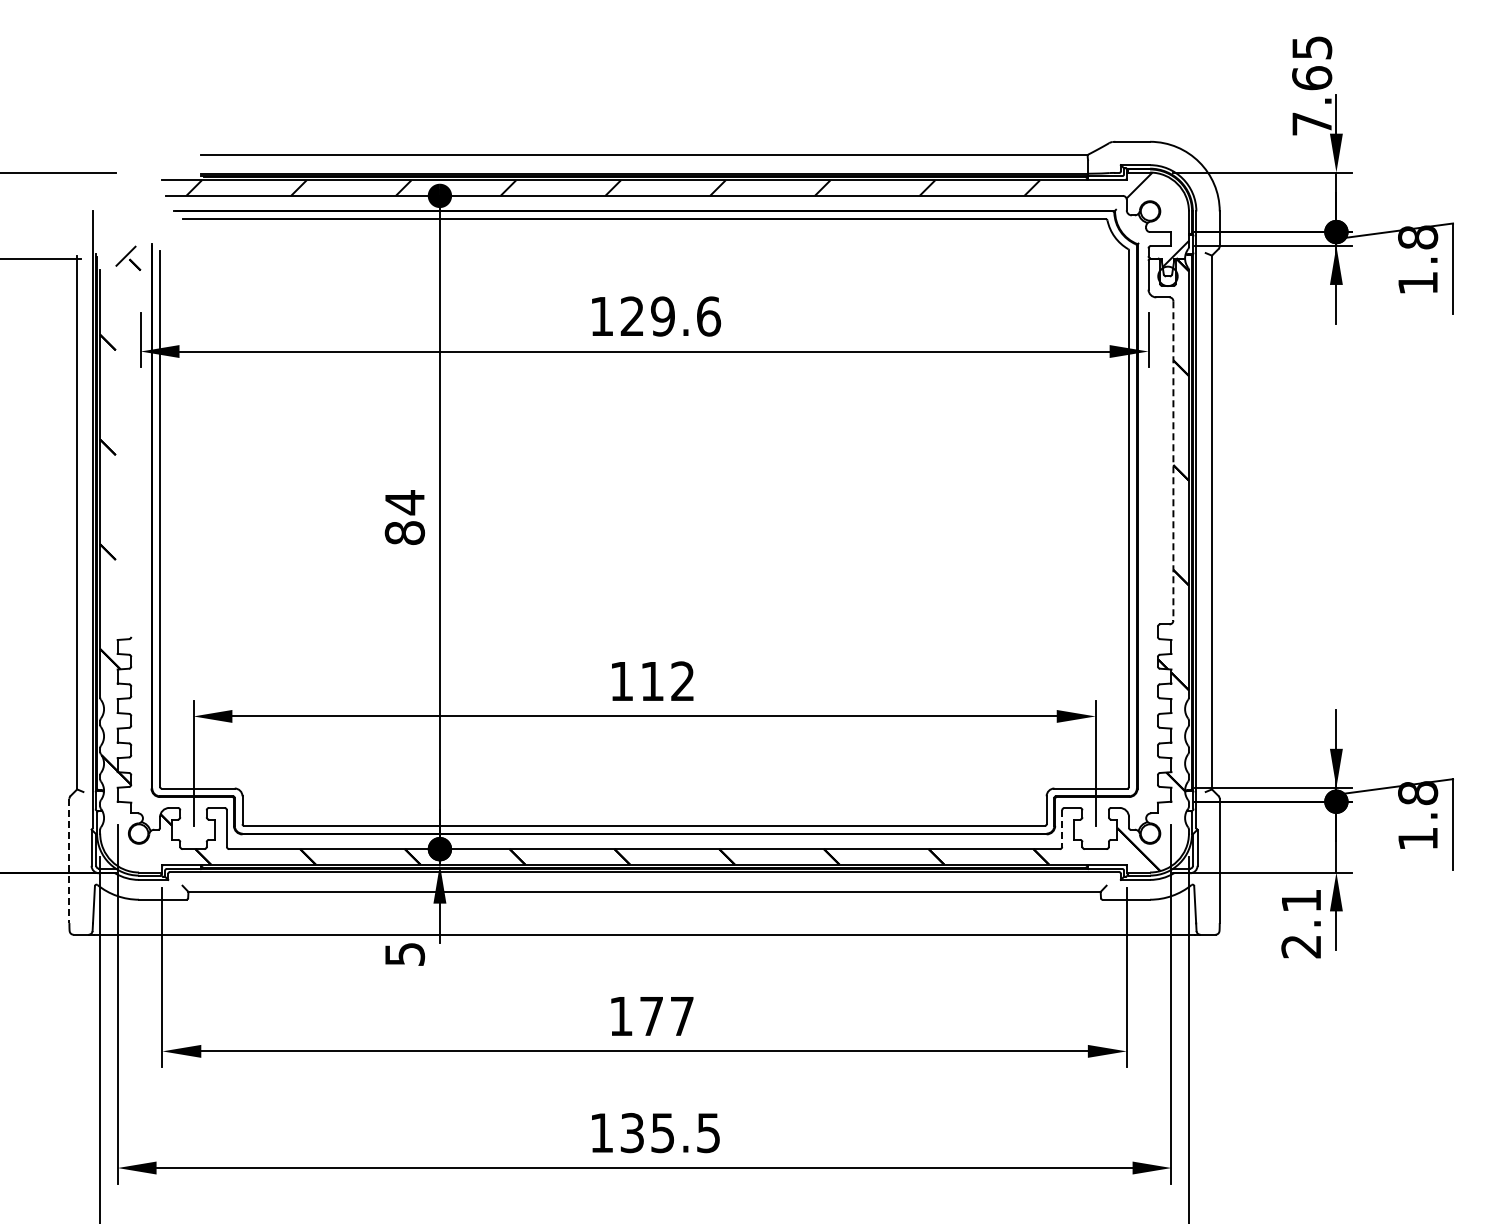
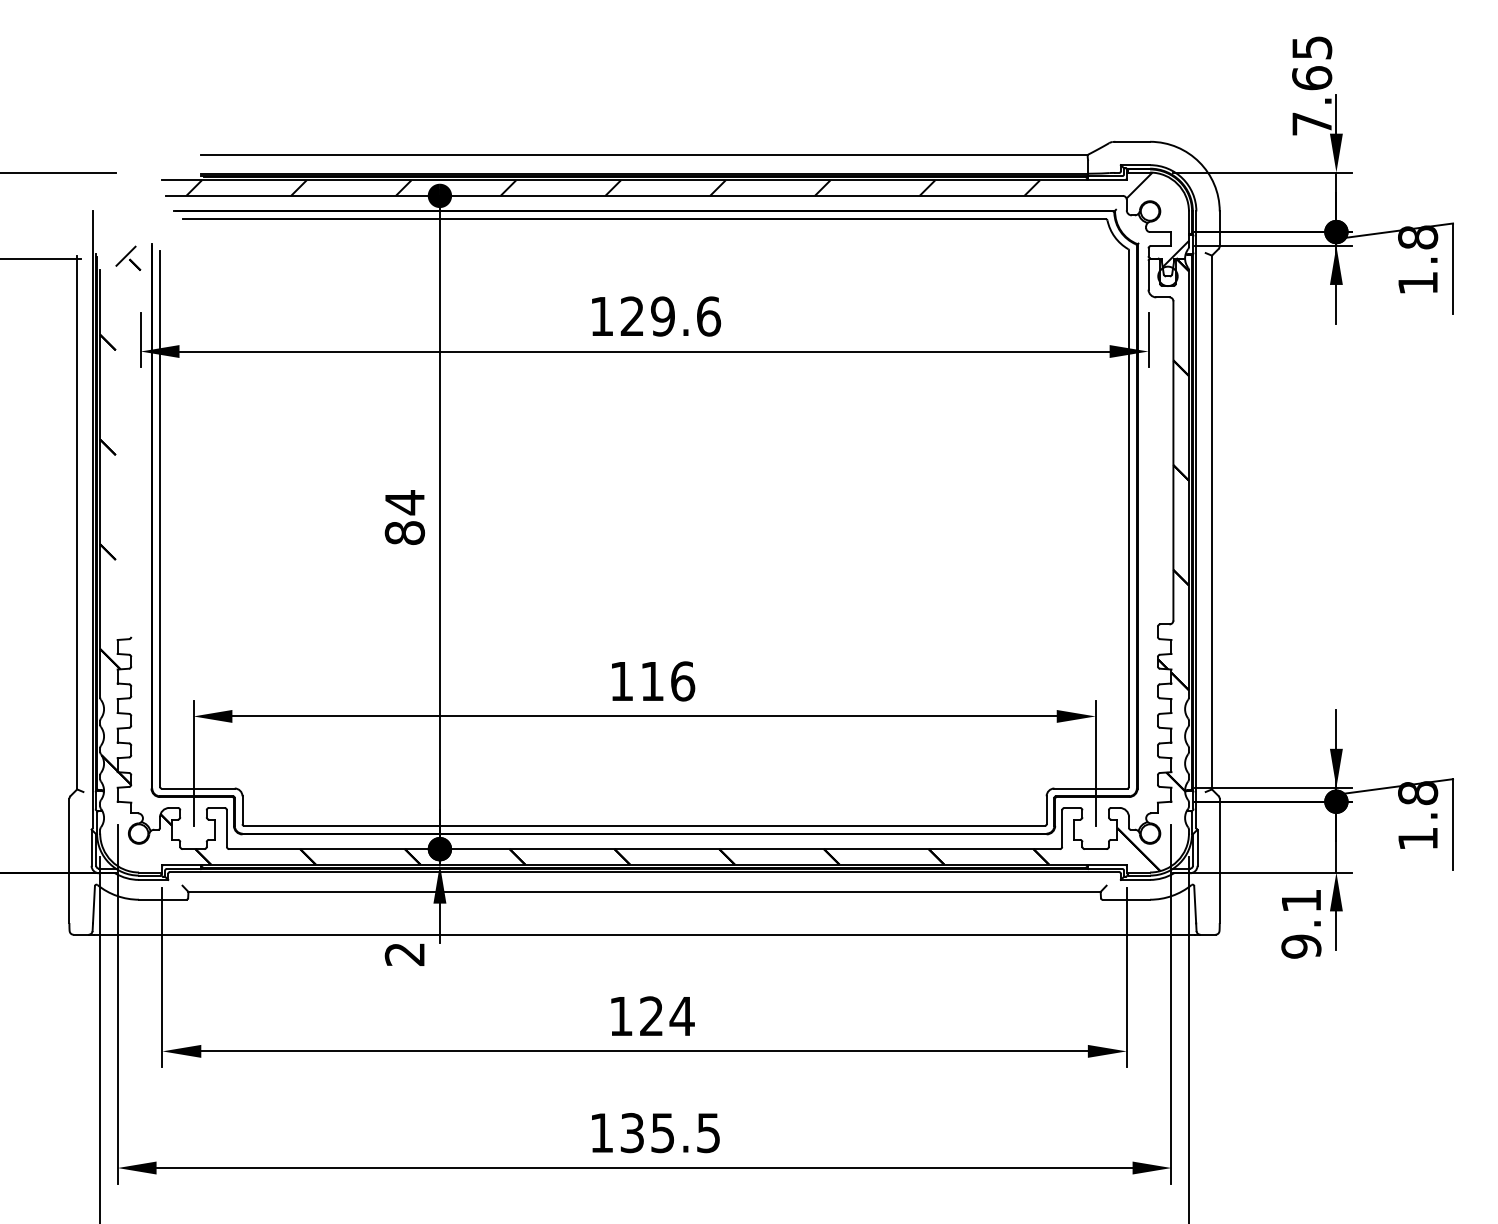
line at (1173, 460): dashed -> solid
text at (683, 681): 112 -> 116
line at (1062, 829): dashed -> solid
line at (69, 861): dashed -> solid
text at (1301, 946): 2.1 -> 9.1
text at (404, 954): 5 -> 2
text at (667, 1015): 177 -> 124
